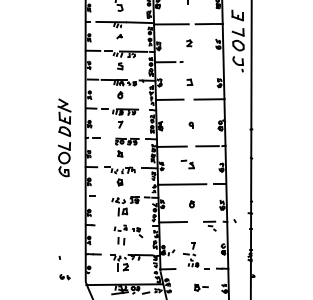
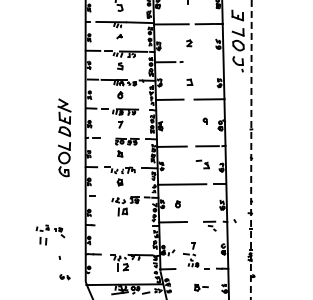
part at (190, 124) position: (190, 124) -> (204, 120)
line at (251, 150): solid -> dashed
part at (187, 164) position: (187, 164) -> (202, 164)
part at (191, 204) position: (191, 204) -> (177, 204)
part at (128, 234) position: (128, 234) -> (50, 234)
